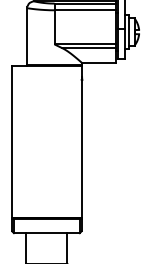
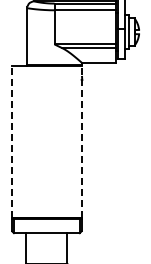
line at (81, 141): solid -> dashed
line at (11, 142): solid -> dashed
